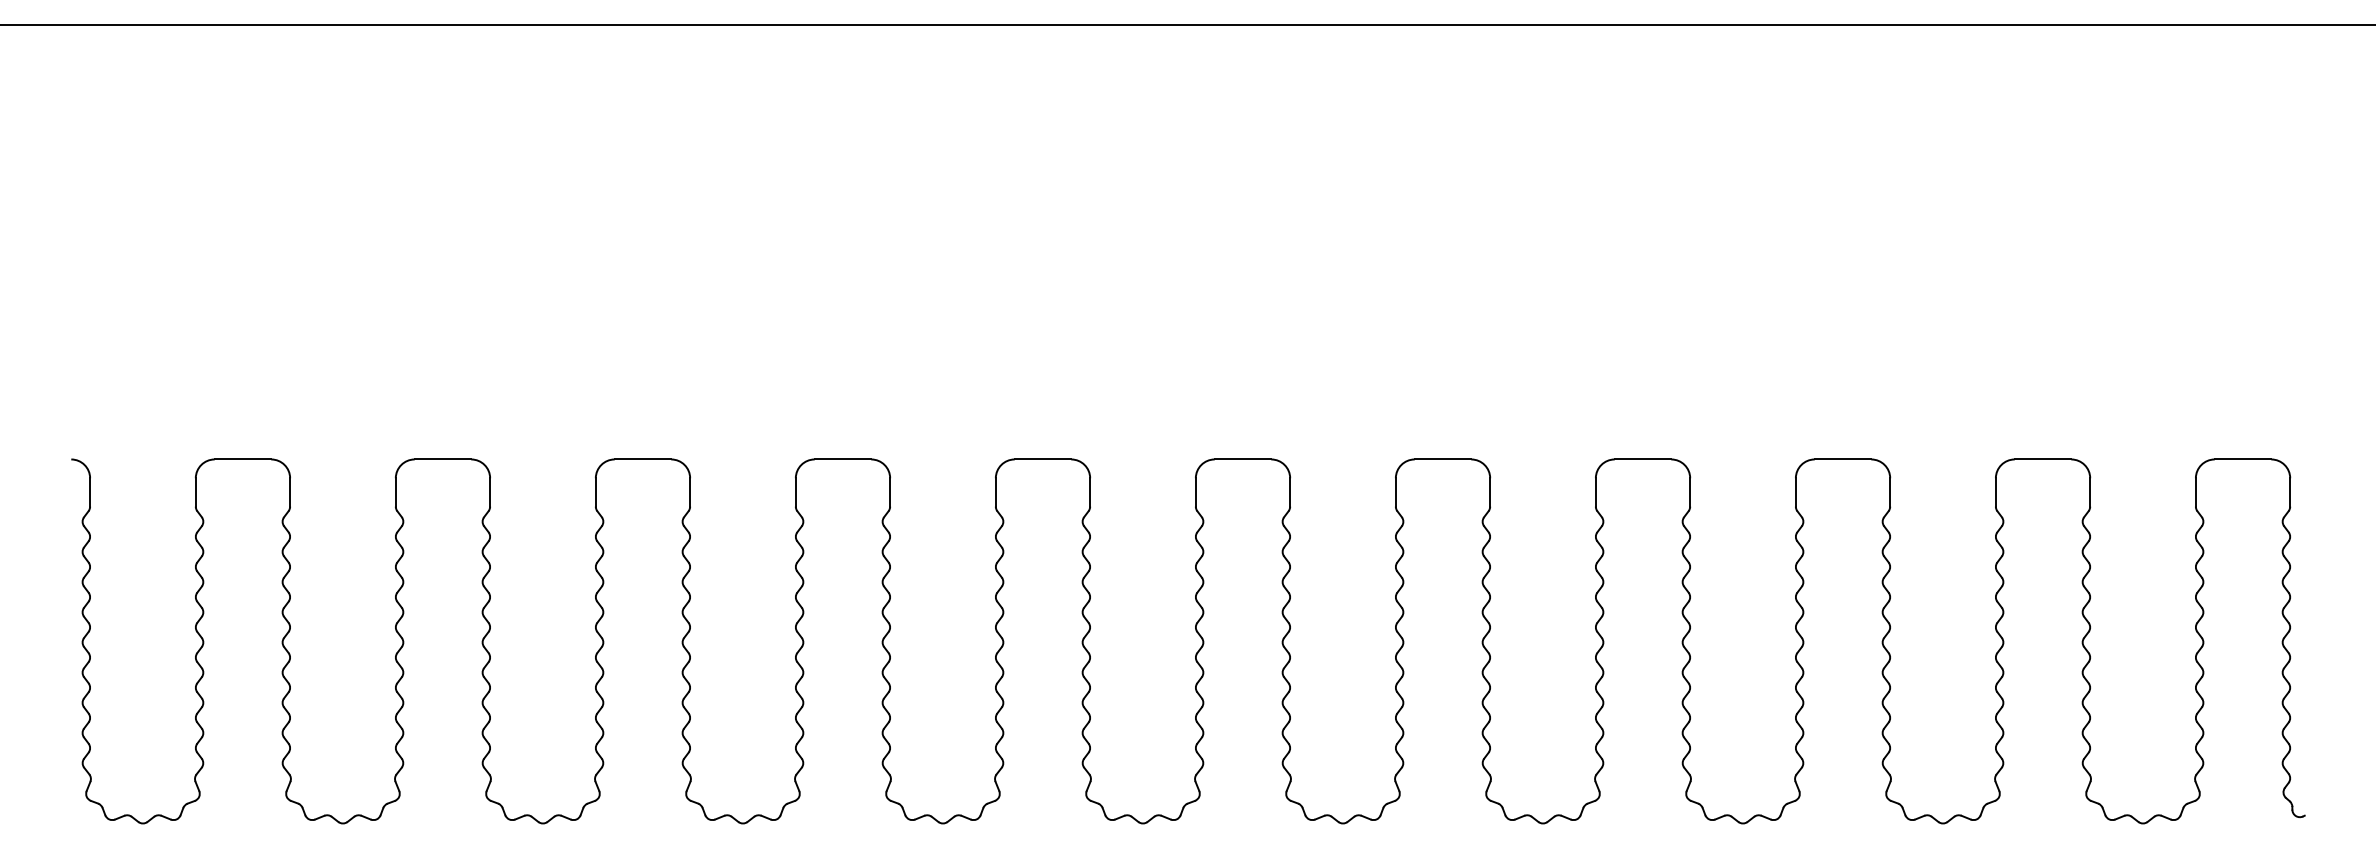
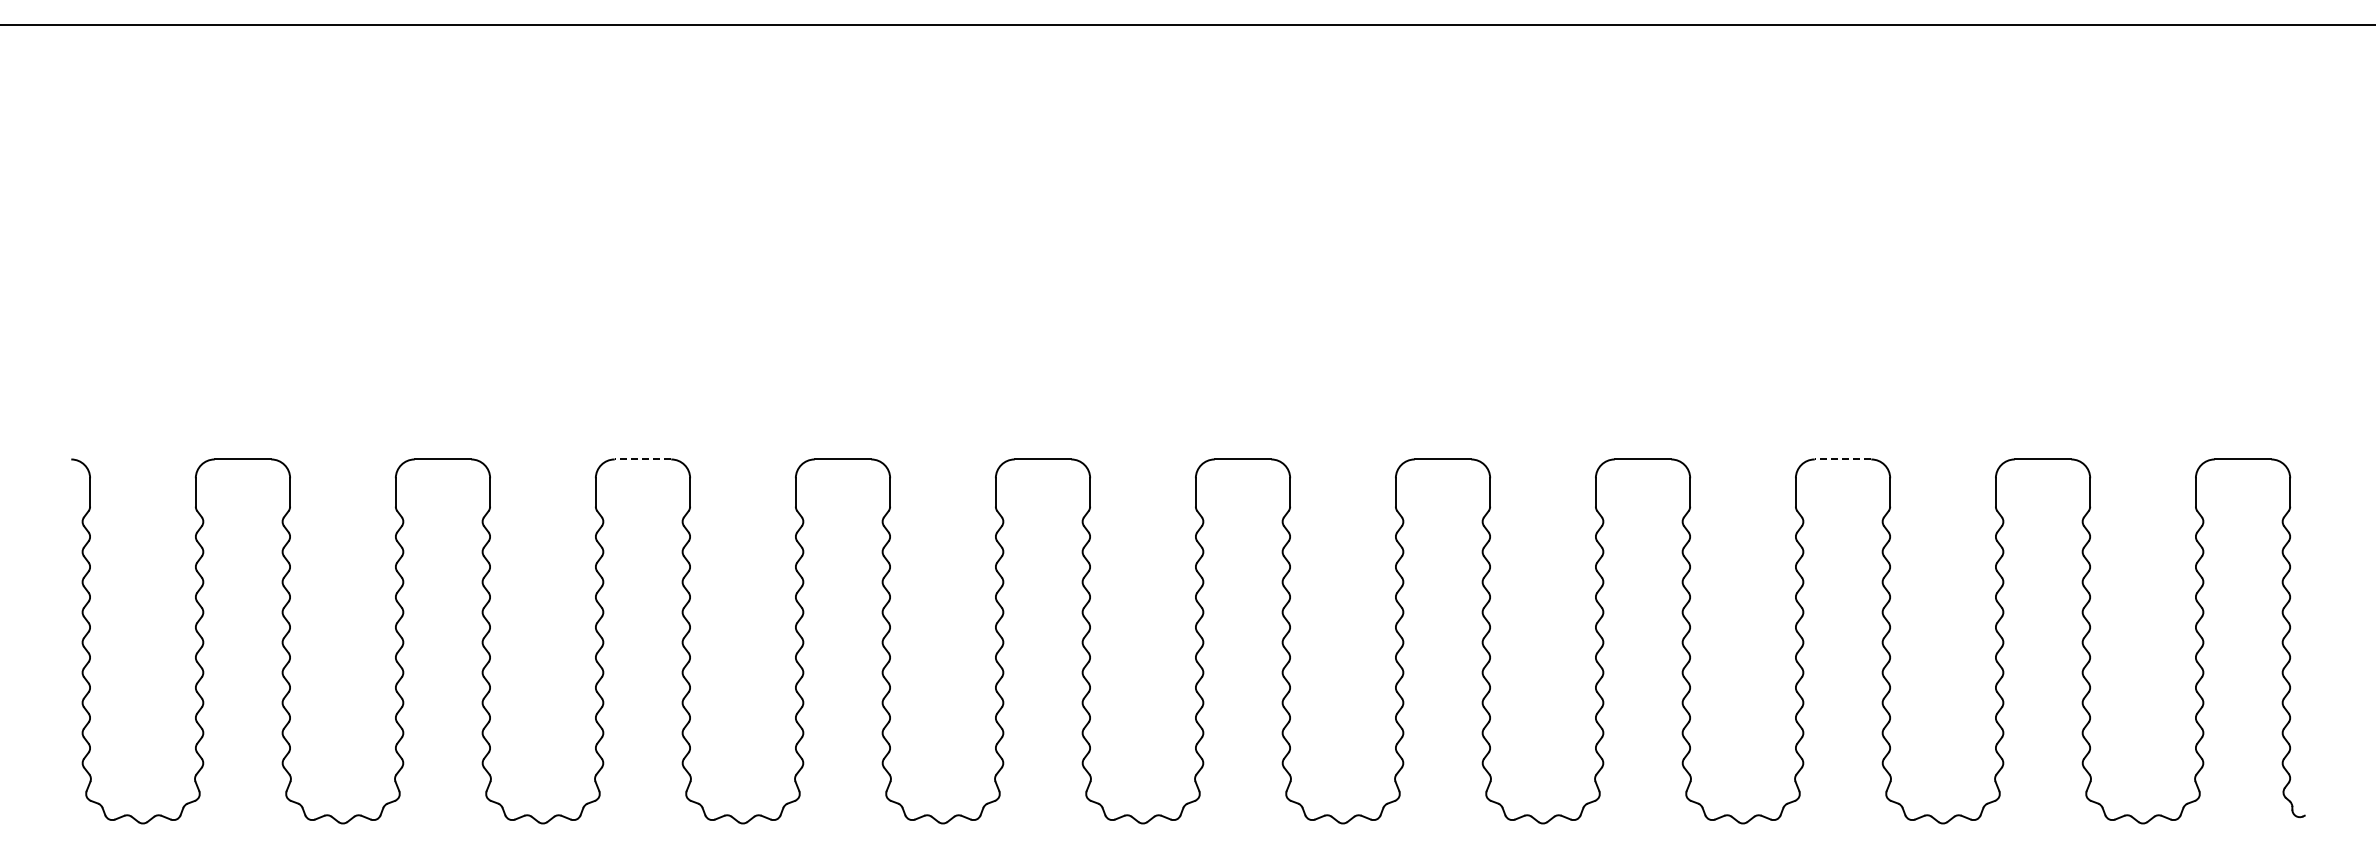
line at (642, 459): solid -> dashed
line at (1842, 459): solid -> dashed
